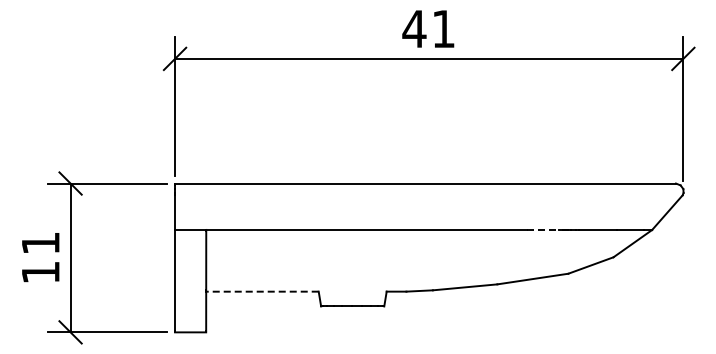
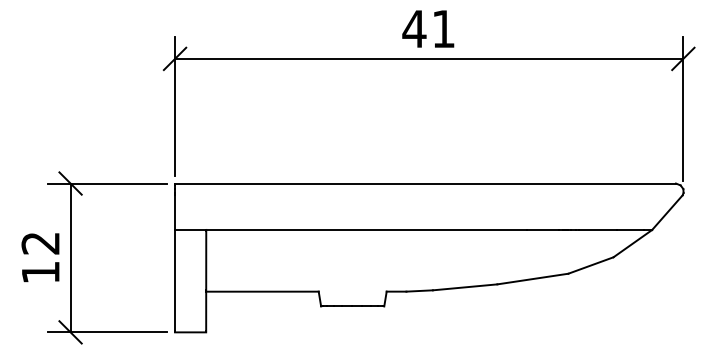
line at (543, 230): dashed -> solid
text at (40, 243): 11 -> 12
line at (261, 291): dashed -> solid
